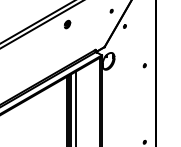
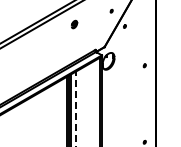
part at (67, 24) position: (67, 24) -> (74, 24)
line at (75, 108): solid -> dashed
